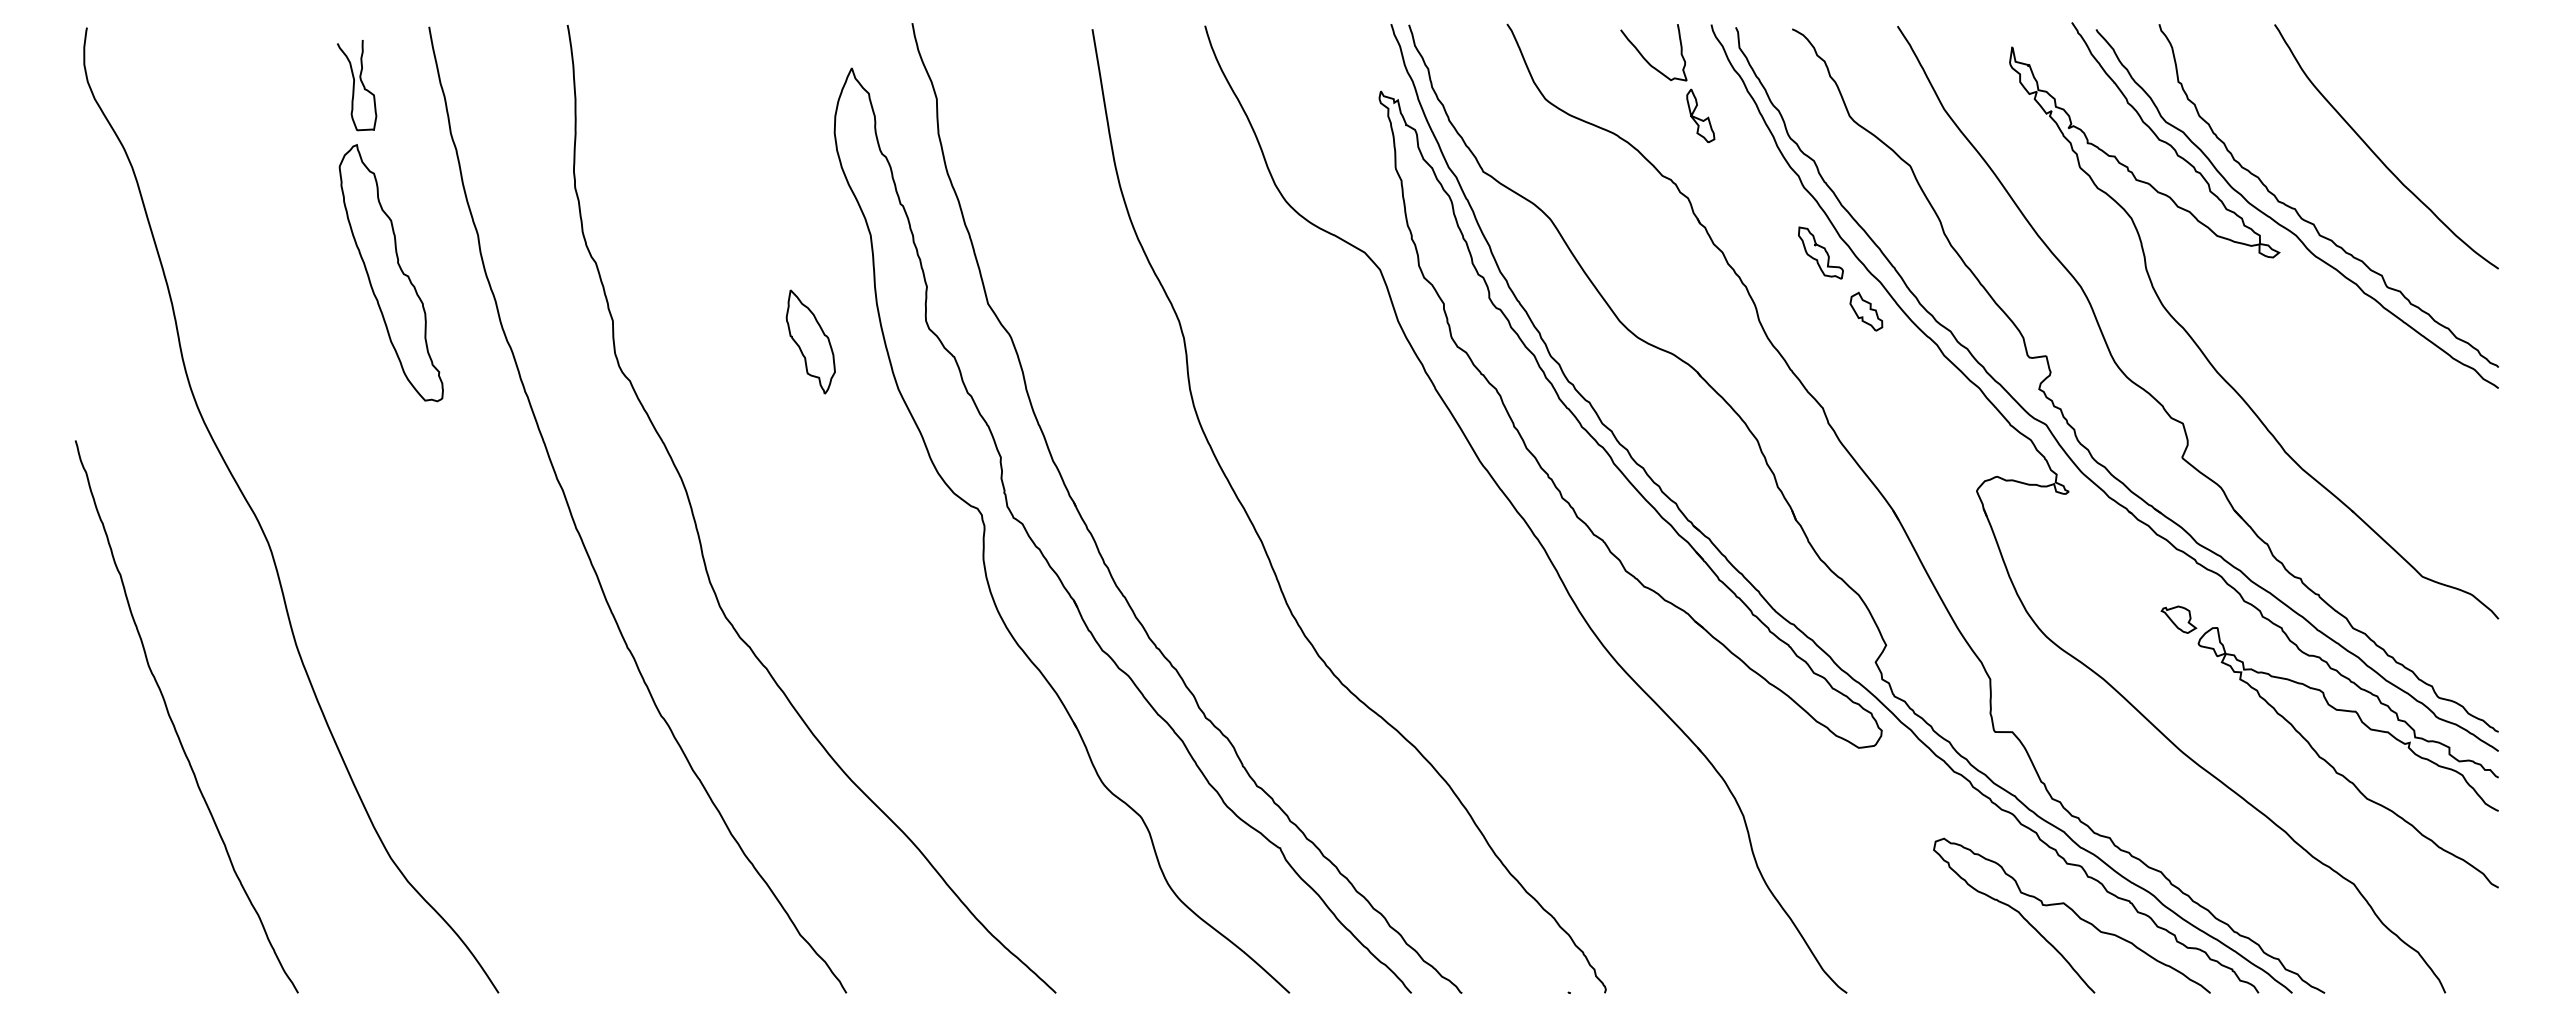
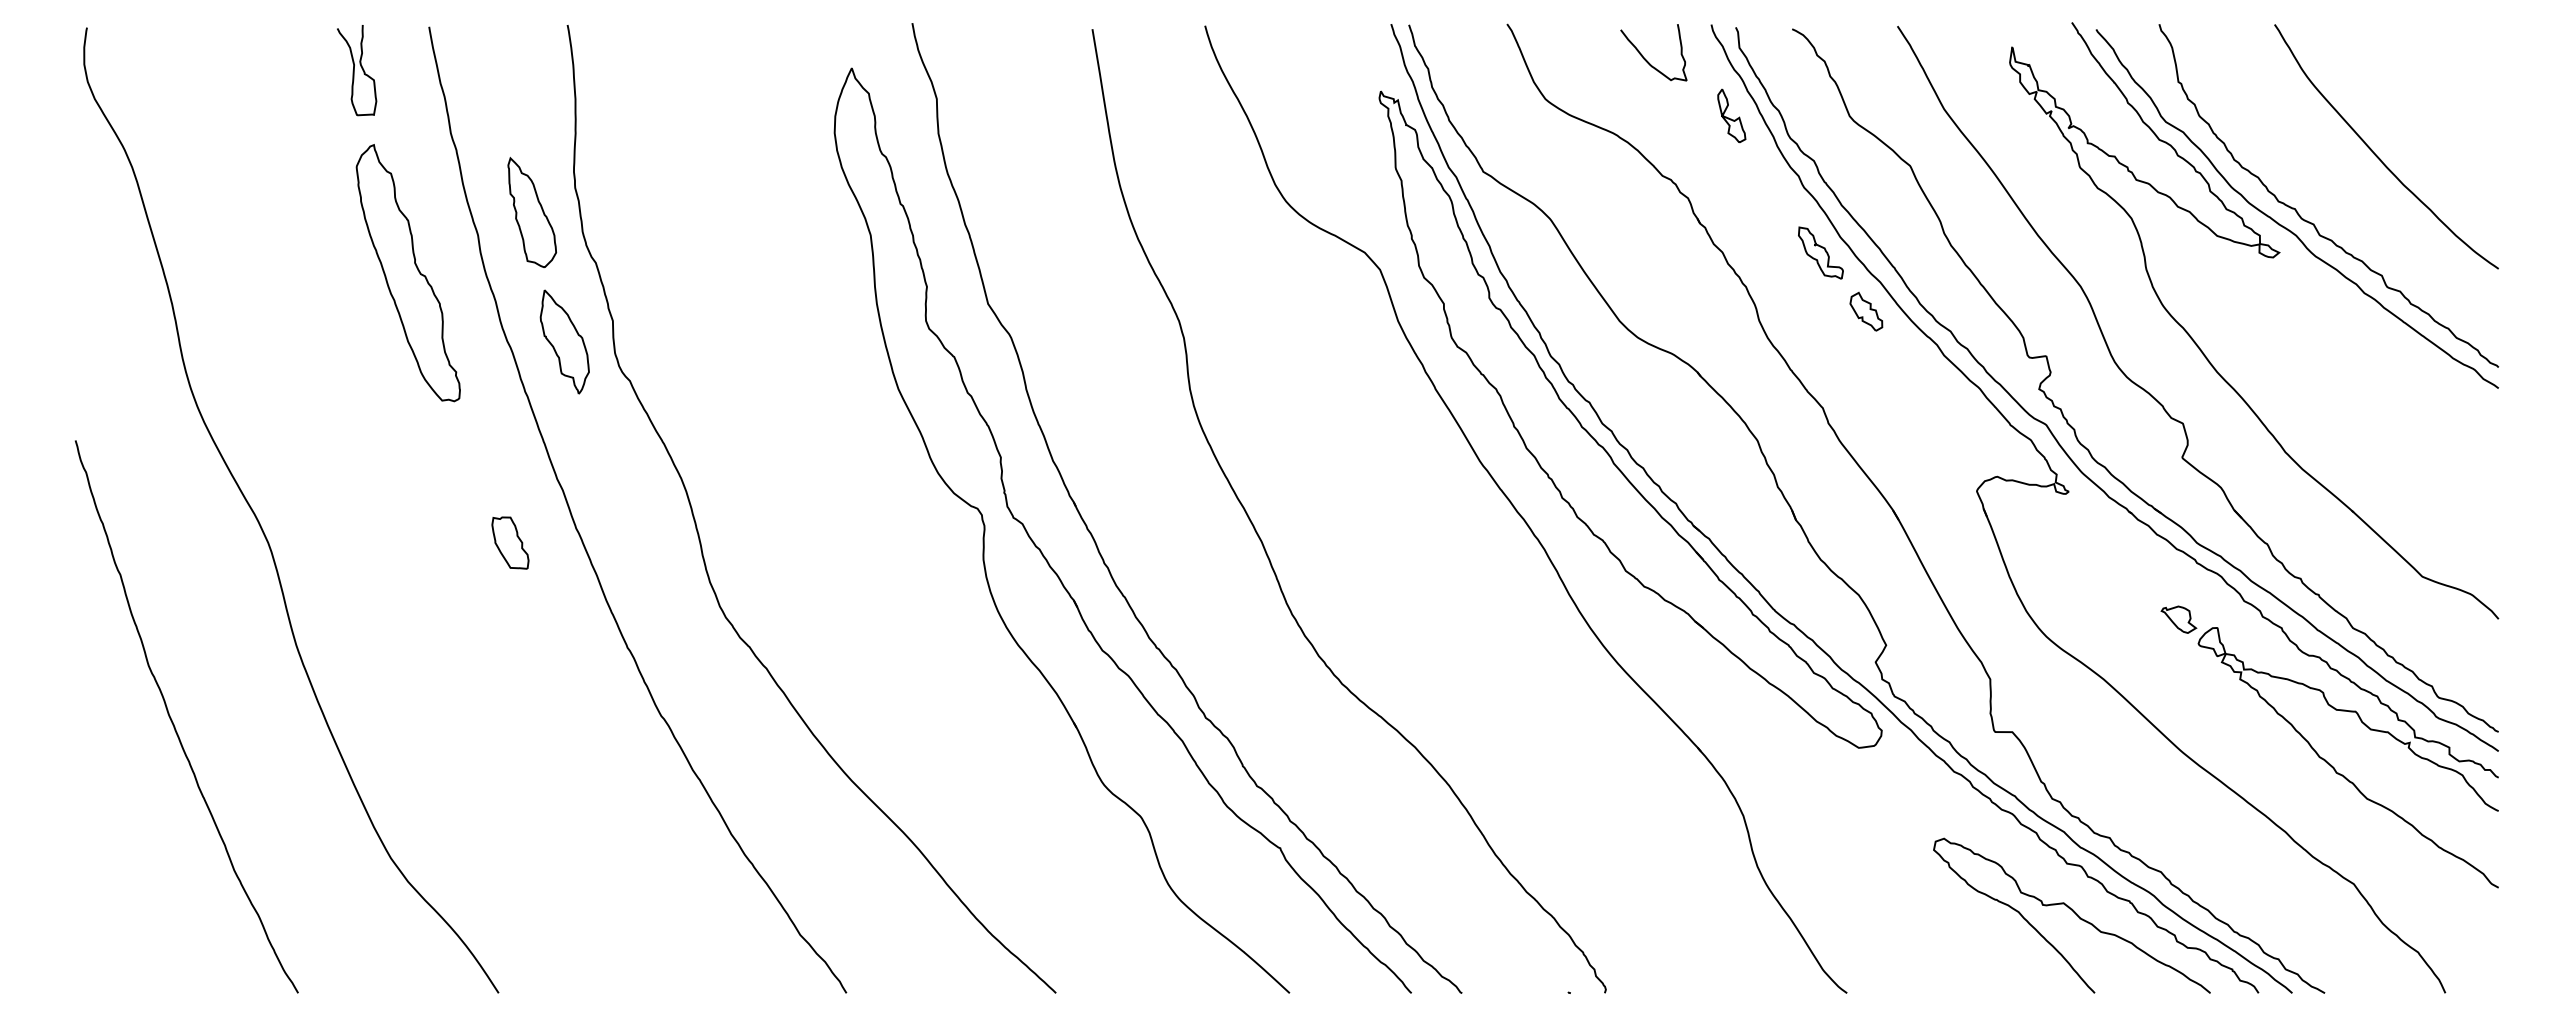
curve at (354, 85) position: (354, 85) -> (354, 70)
part at (1700, 115) position: (1700, 115) -> (1731, 115)
part at (532, 212): none -> present
part at (390, 273) position: (390, 273) -> (407, 273)
part at (810, 341) position: (810, 341) -> (564, 341)
part at (510, 542): none -> present
